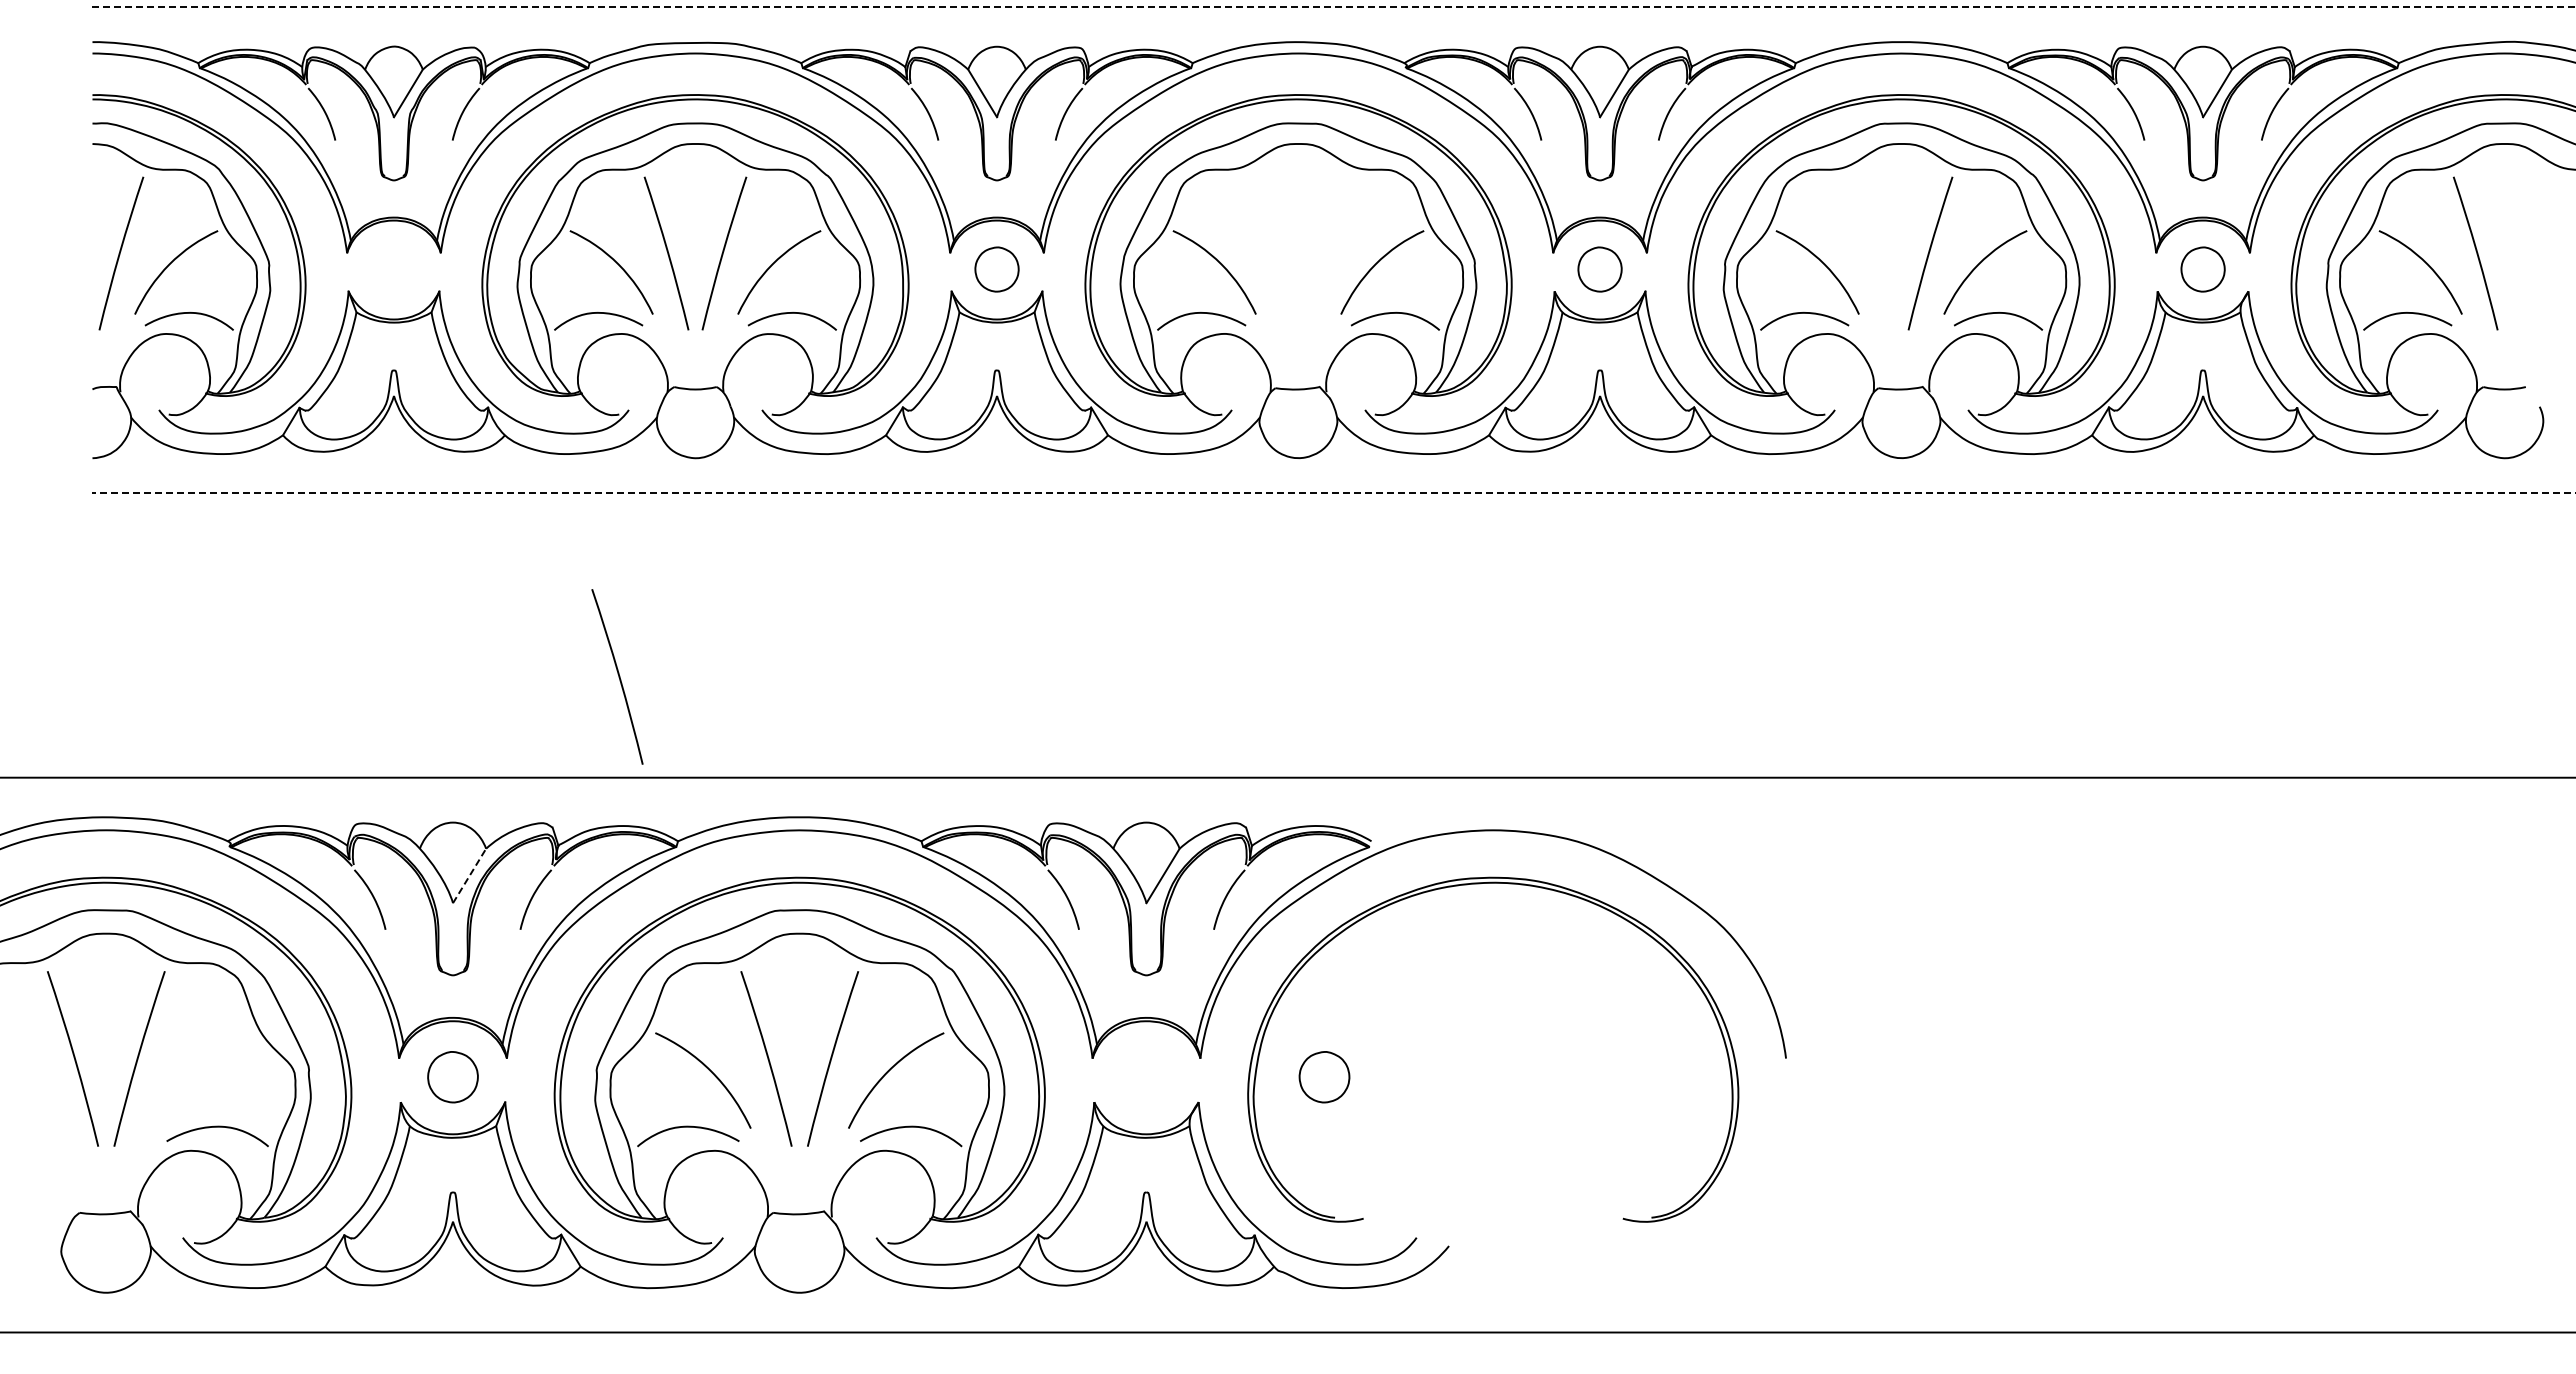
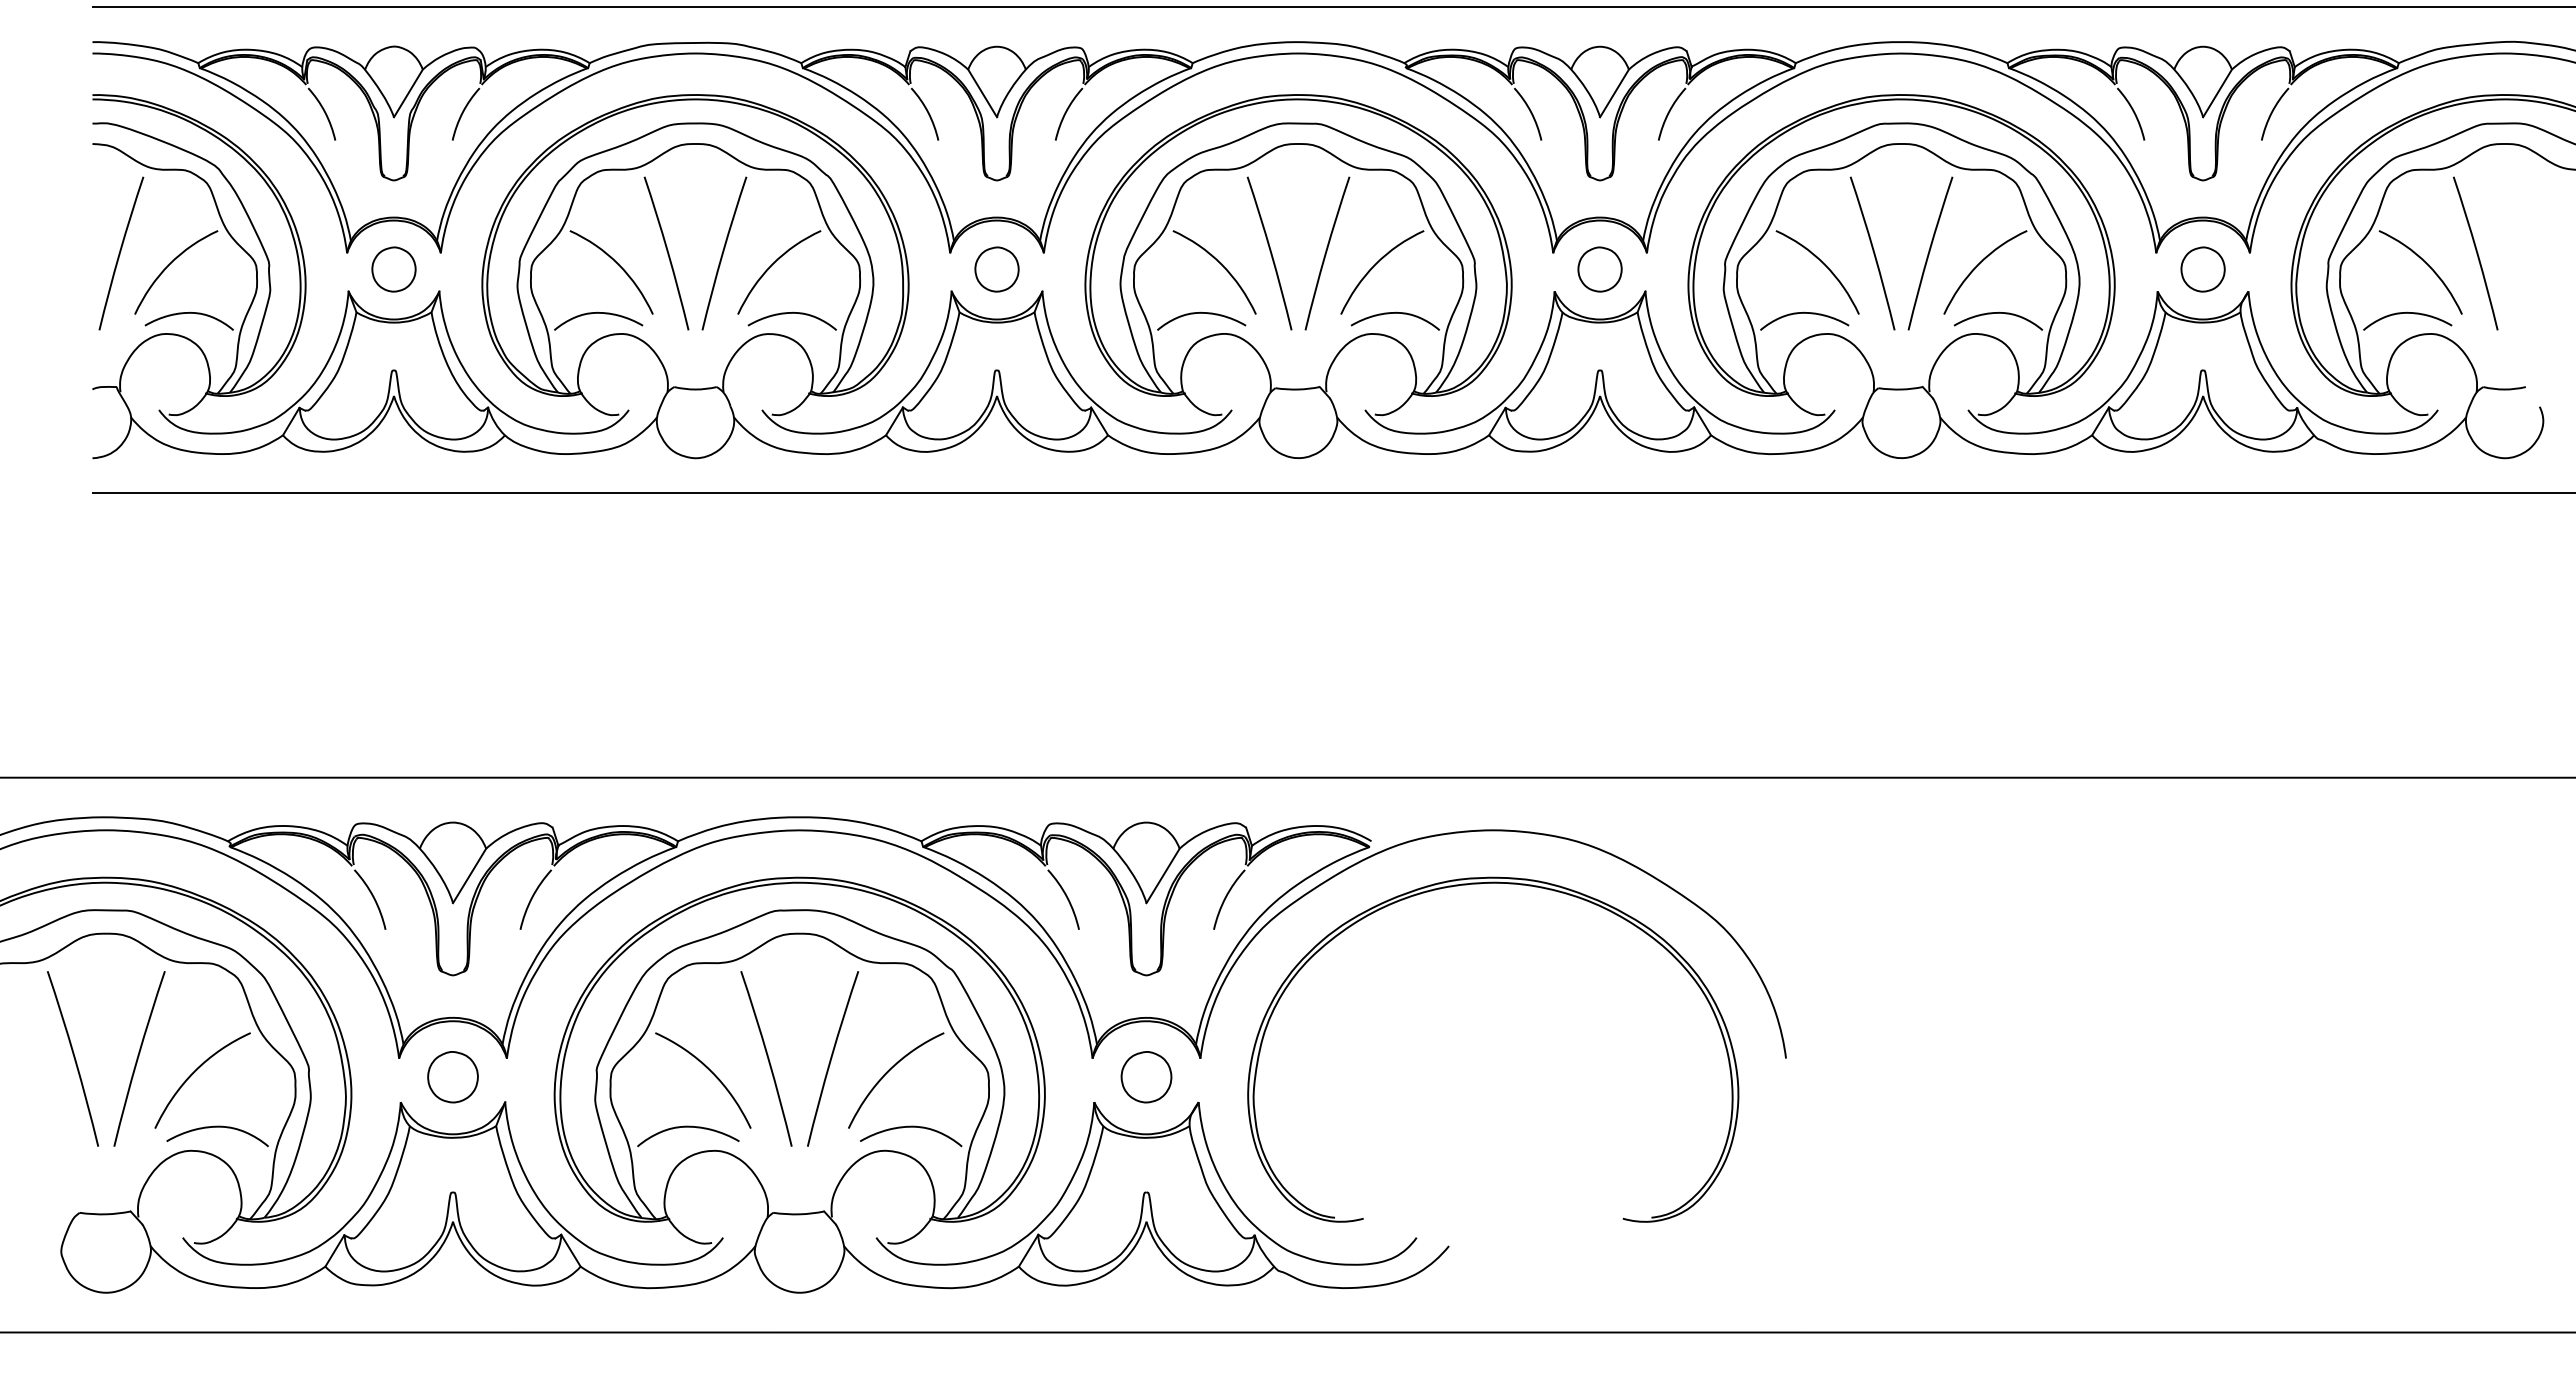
line at (1334, 7): dashed -> solid
curve at (1270, 253): none -> present
curve at (1326, 253): none -> present
curve at (1873, 253): none -> present
part at (393, 269): none -> present
line at (1333, 492): dashed -> solid
curve at (618, 676): present -> none
line at (469, 875): dashed -> solid
curve at (195, 1072): none -> present
part at (1324, 1077) position: (1324, 1077) -> (1146, 1077)
